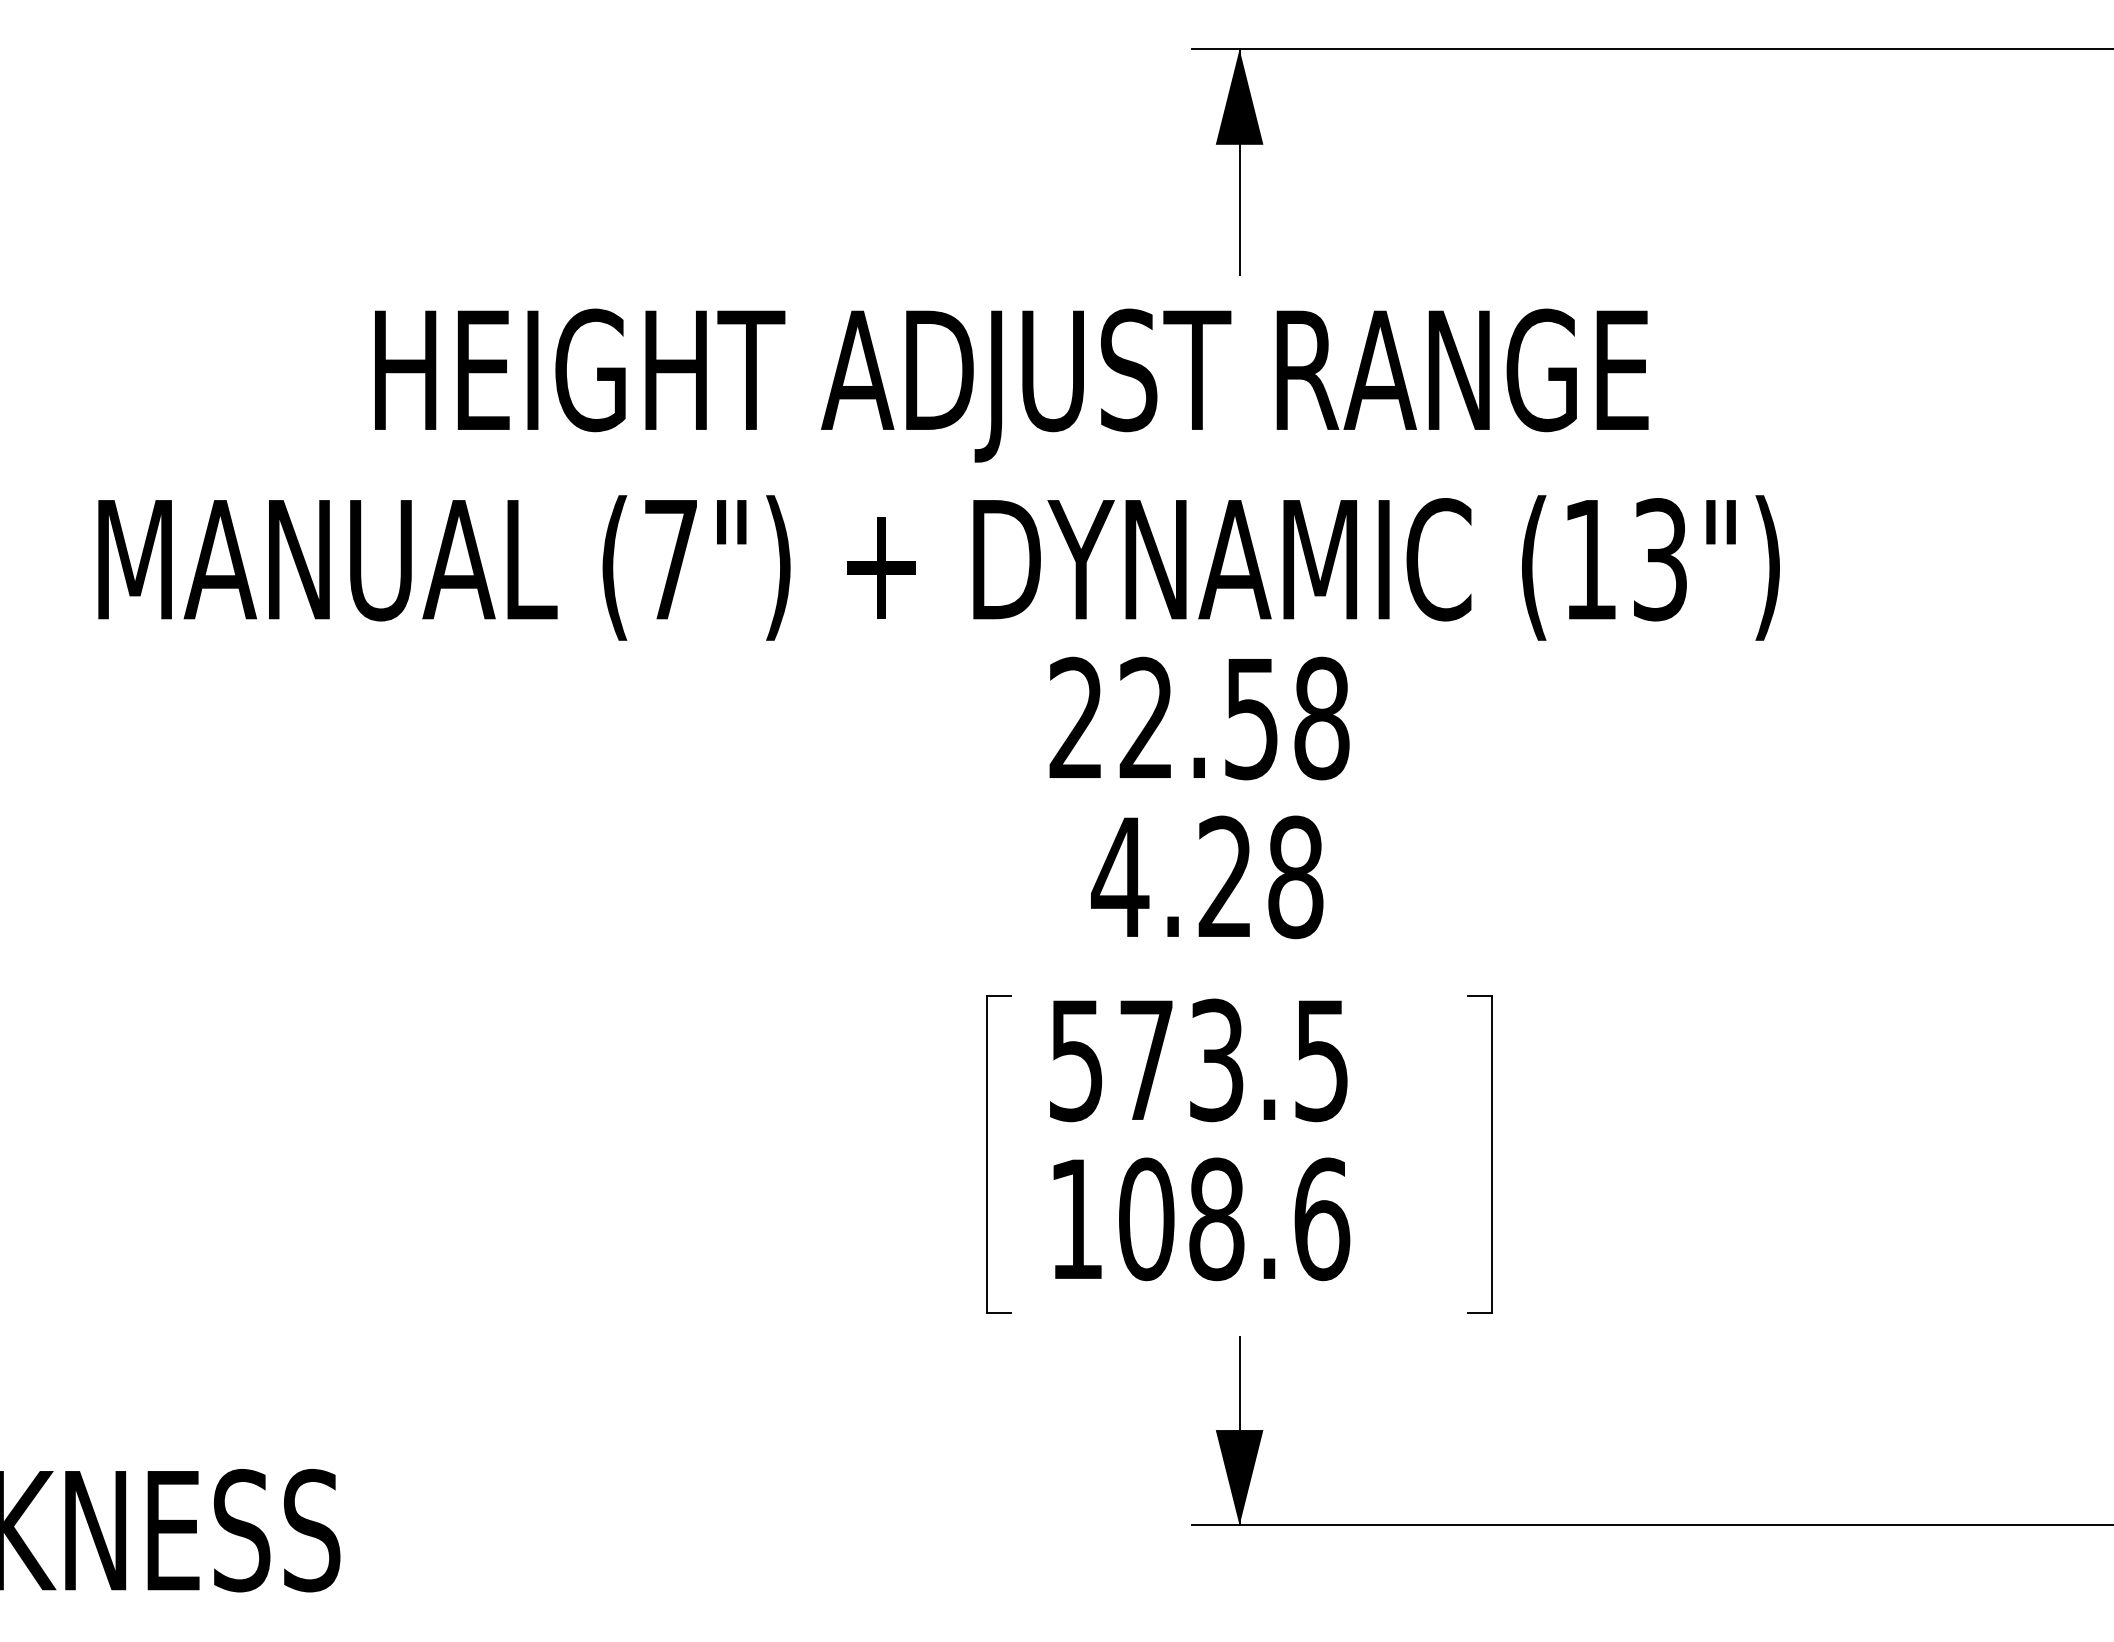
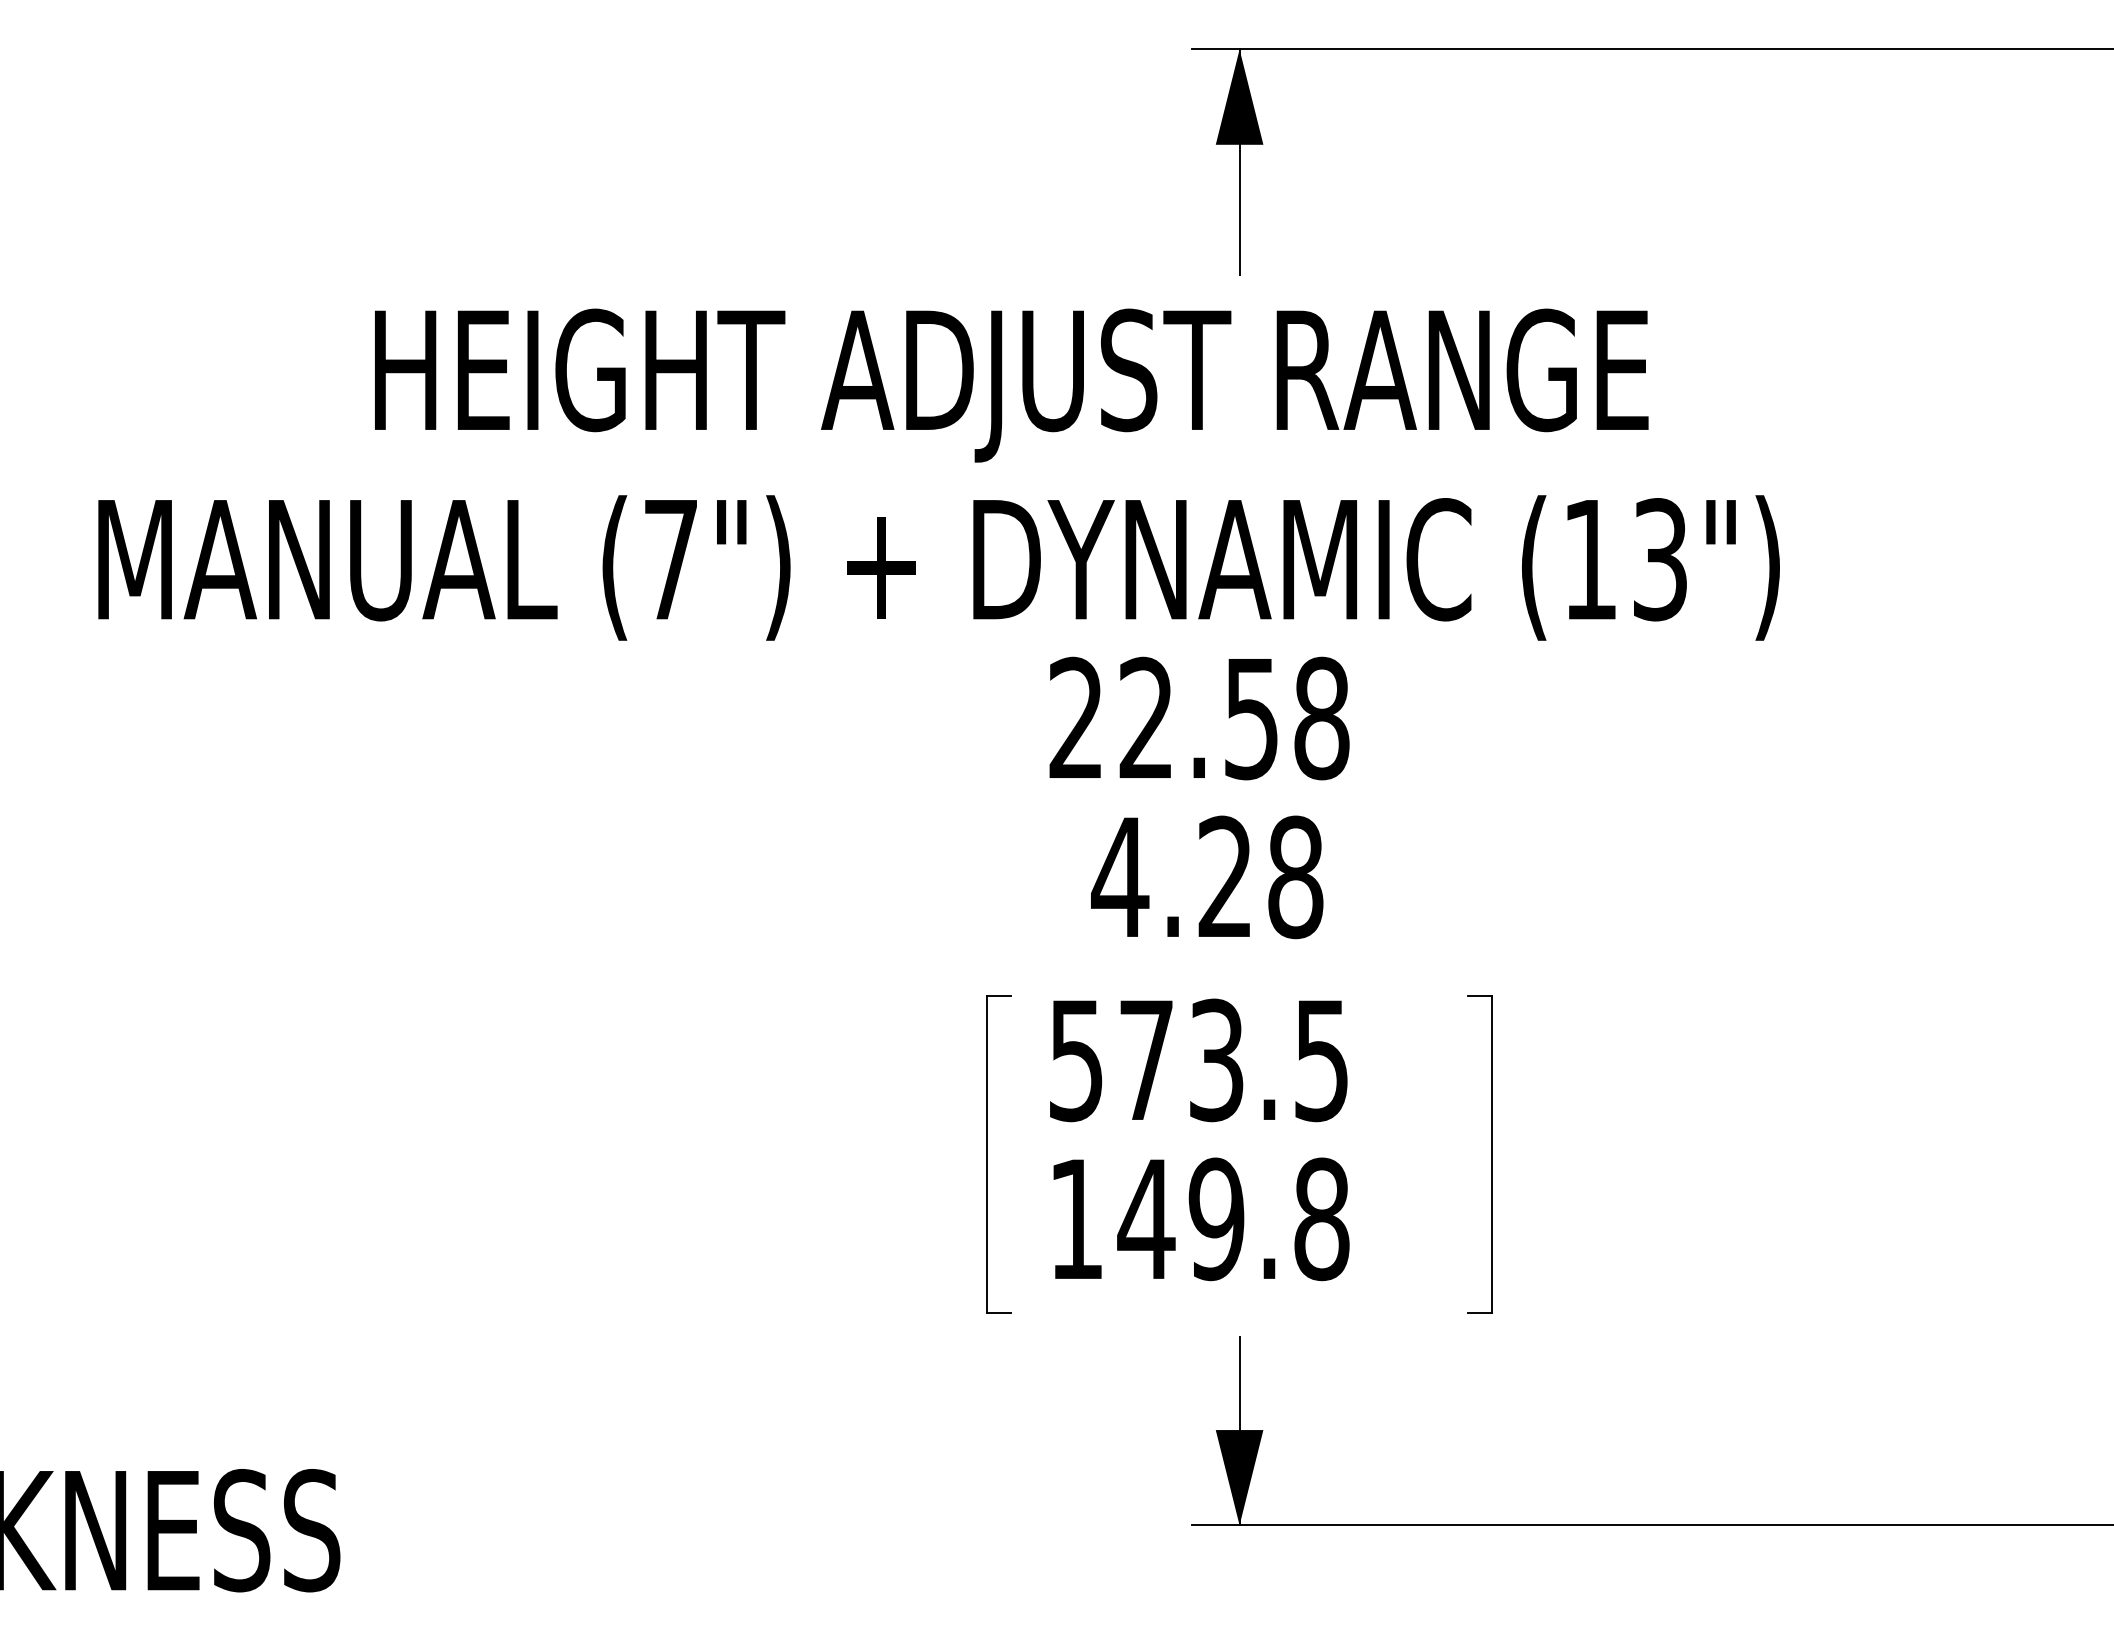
text at (1233, 1219): 108.6 -> 149.8
